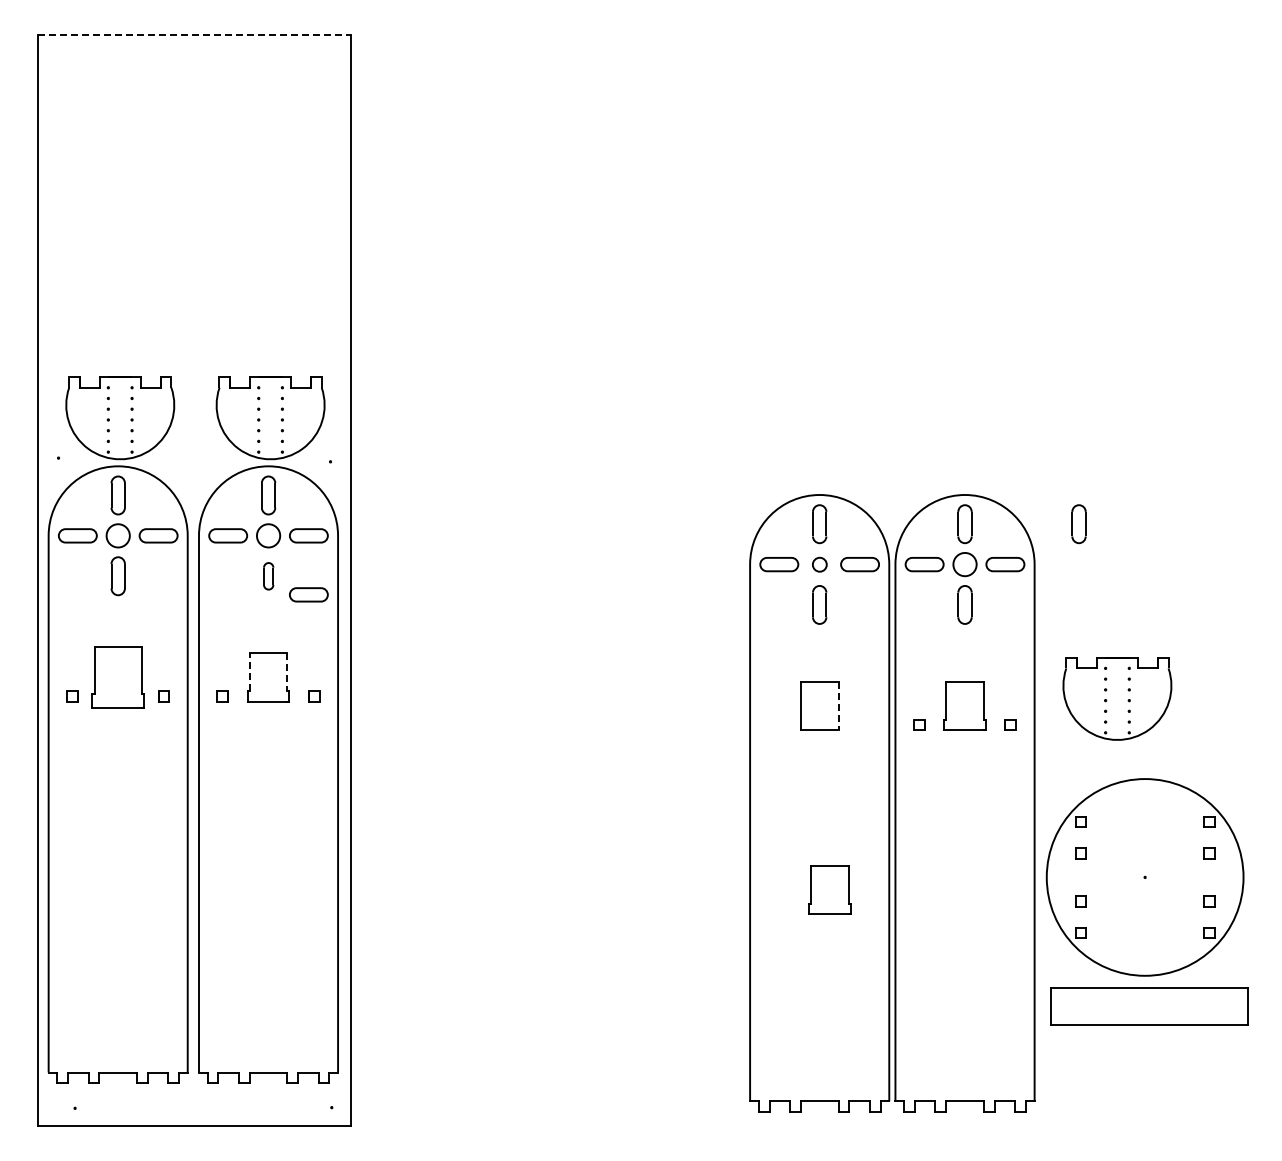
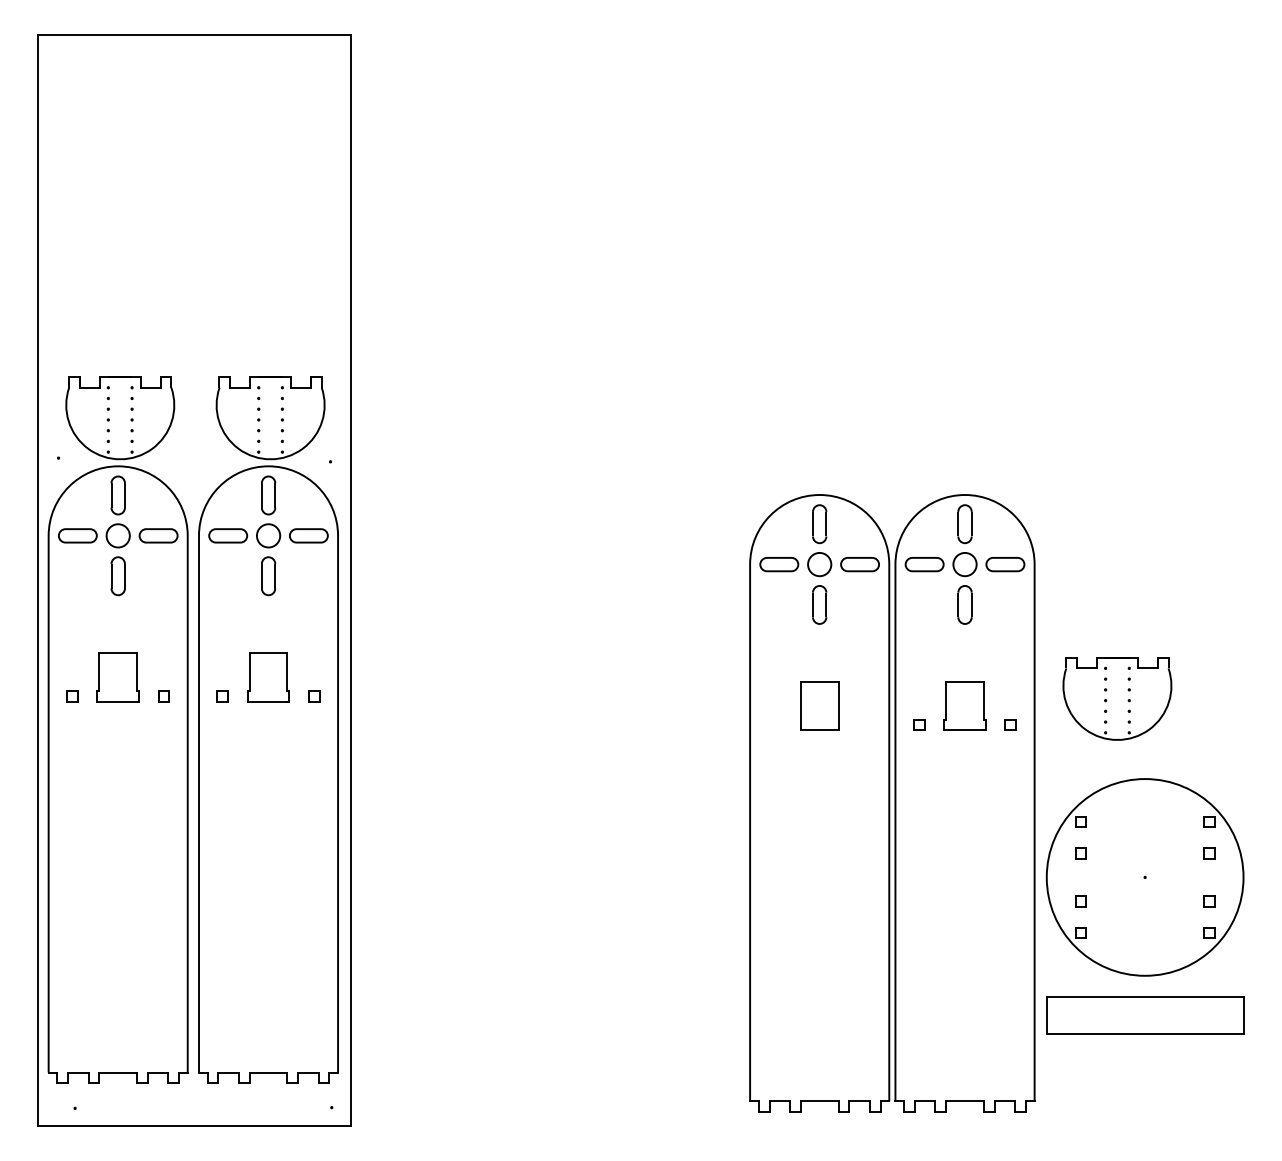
line at (194, 34): dashed -> solid
part at (1078, 524): present -> none
circle at (819, 564) size: 16x17 px -> 26x26 px
part at (268, 576) size: 12x29 px -> 16x41 px
part at (308, 594): present -> none
line at (249, 672): dashed -> solid
line at (287, 672): dashed -> solid
part at (117, 677) size: 54x63 px -> 44x51 px
line at (838, 706): dashed -> solid
part at (829, 889): present -> none
part at (1149, 1006) position: (1149, 1006) -> (1145, 1015)
